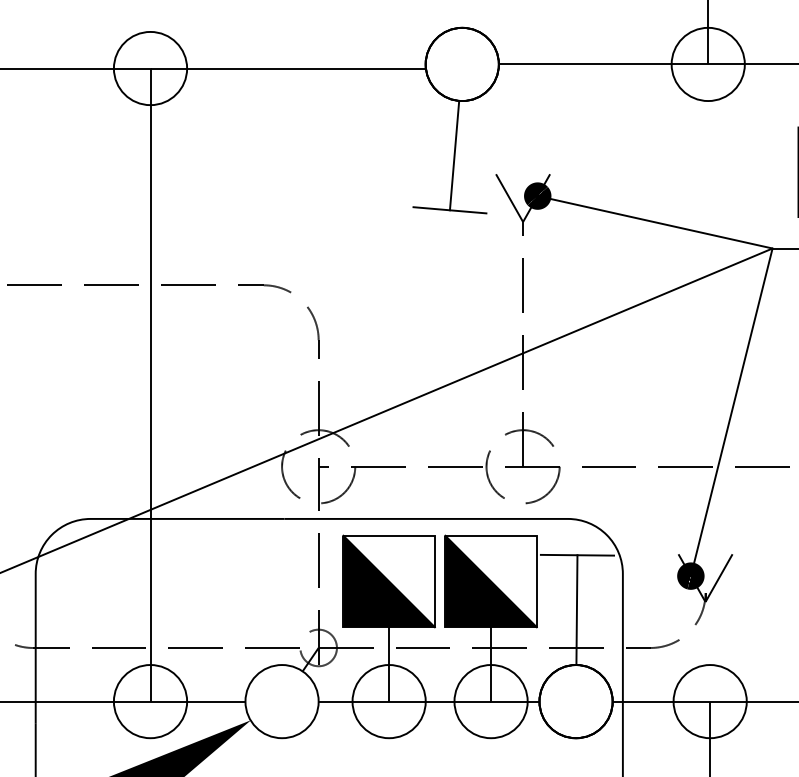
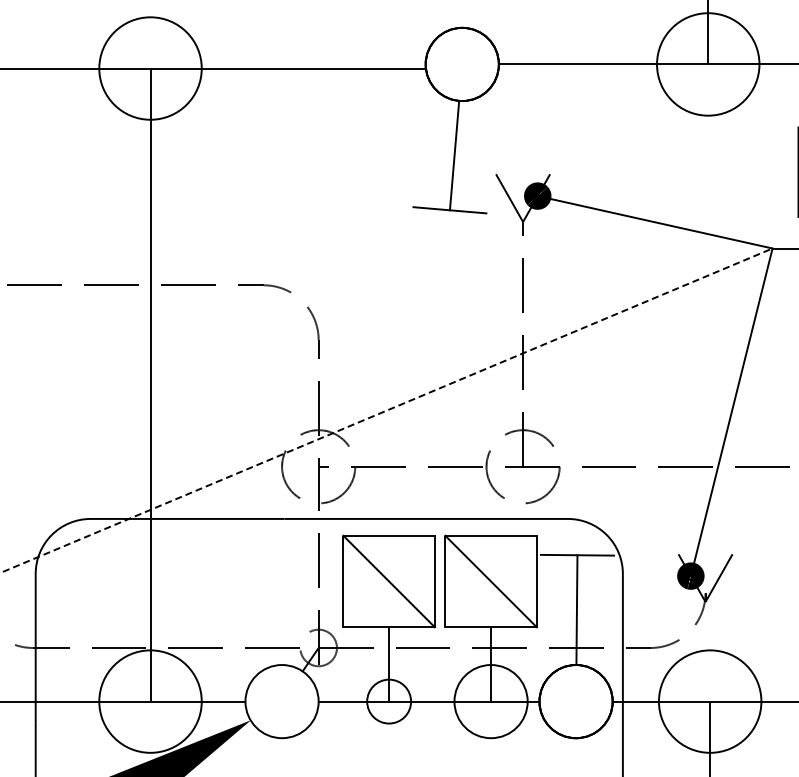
circle at (707, 64) diameter: 73 px -> 102 px
circle at (150, 68) diameter: 73 px -> 102 px
line at (386, 410): solid -> dashed
fill at (388, 581): present -> none
fill at (490, 581): present -> none
circle at (150, 701) diameter: 73 px -> 102 px
circle at (388, 701) diameter: 73 px -> 44 px
circle at (709, 701) diameter: 73 px -> 102 px
